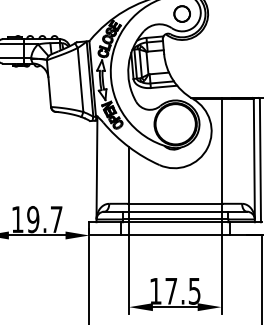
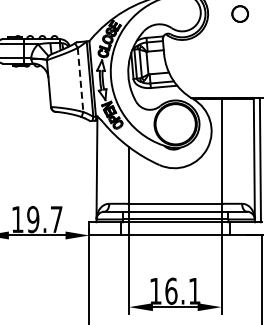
circle at (181, 13) position: (181, 13) -> (239, 13)
line at (80, 80): solid -> dashed
text at (182, 290): 17.5 -> 16.1
